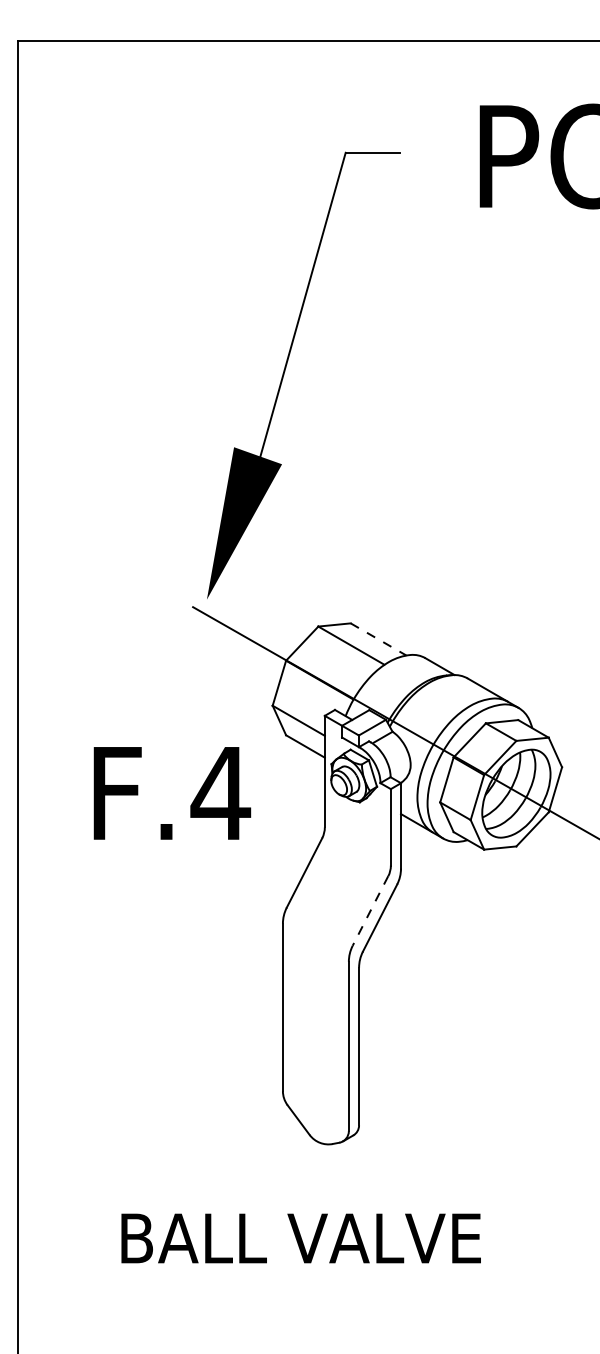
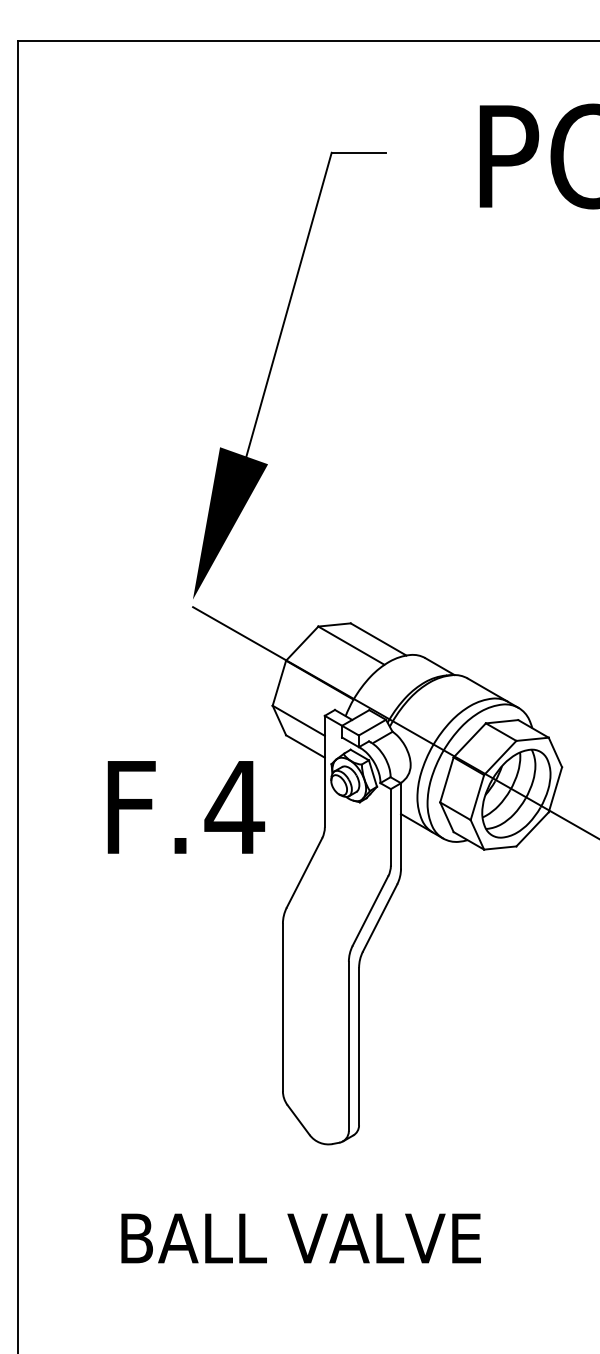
part at (286, 368) position: (286, 368) -> (272, 368)
line at (379, 639): dashed -> solid
text at (172, 793) position: (172, 793) -> (186, 807)
line at (370, 911): dashed -> solid
